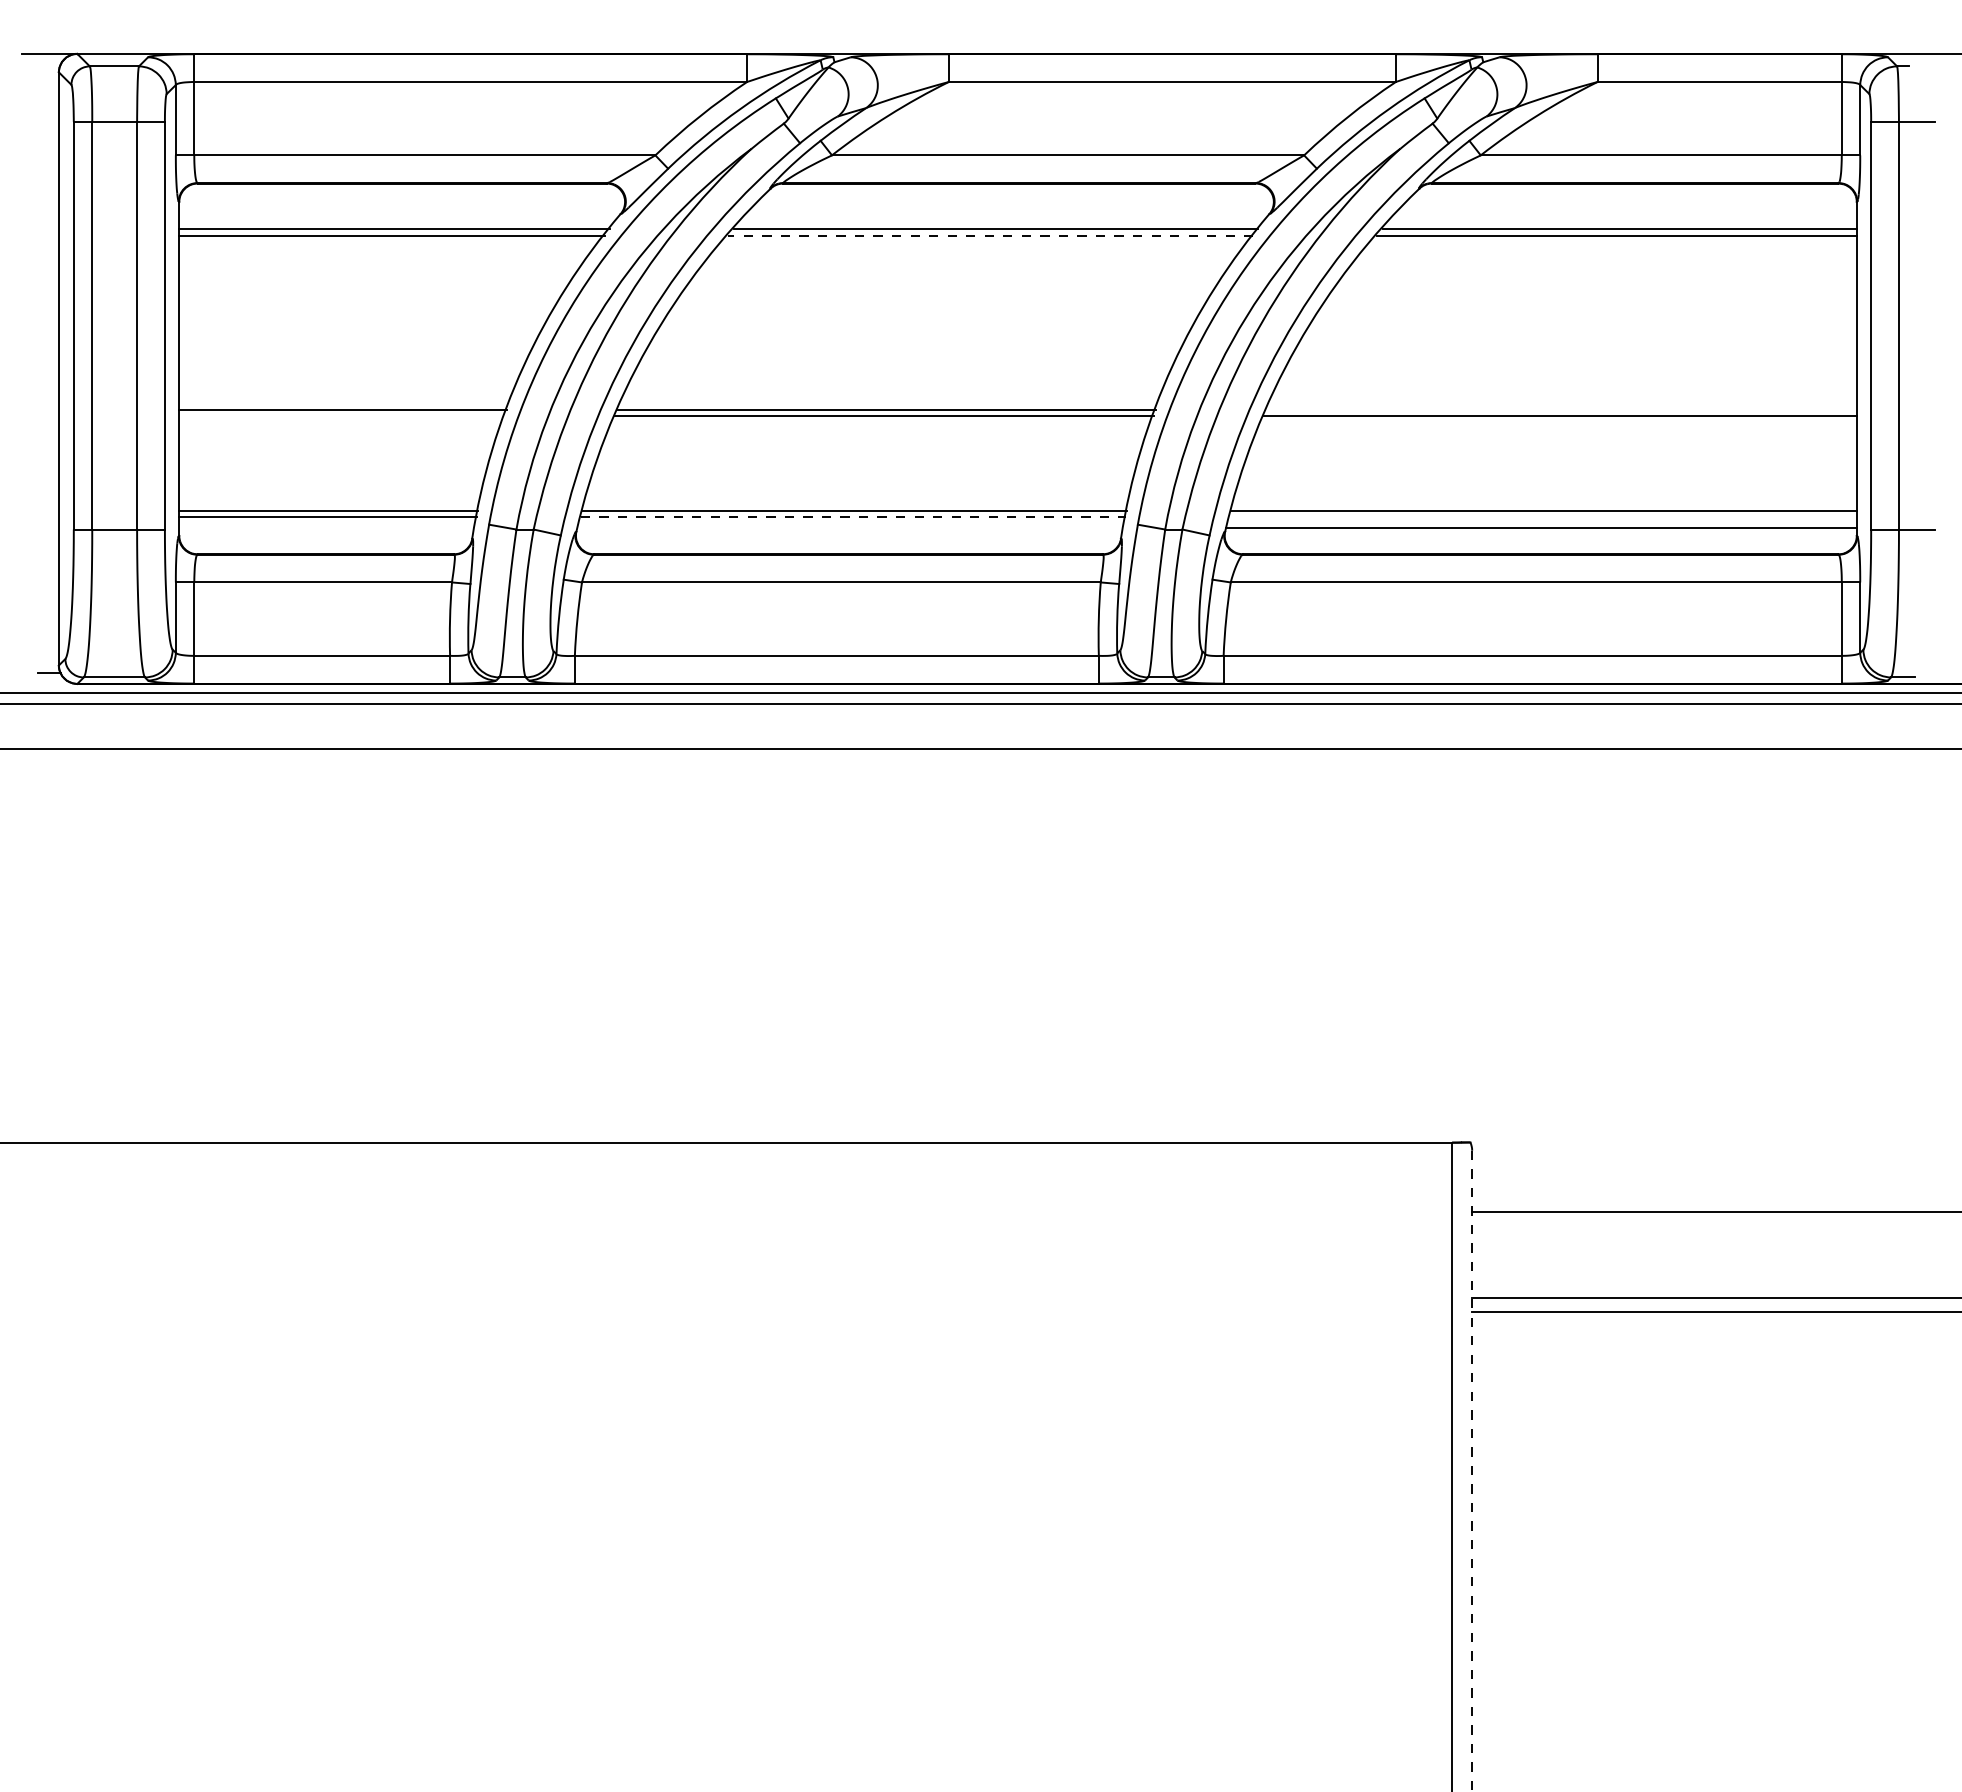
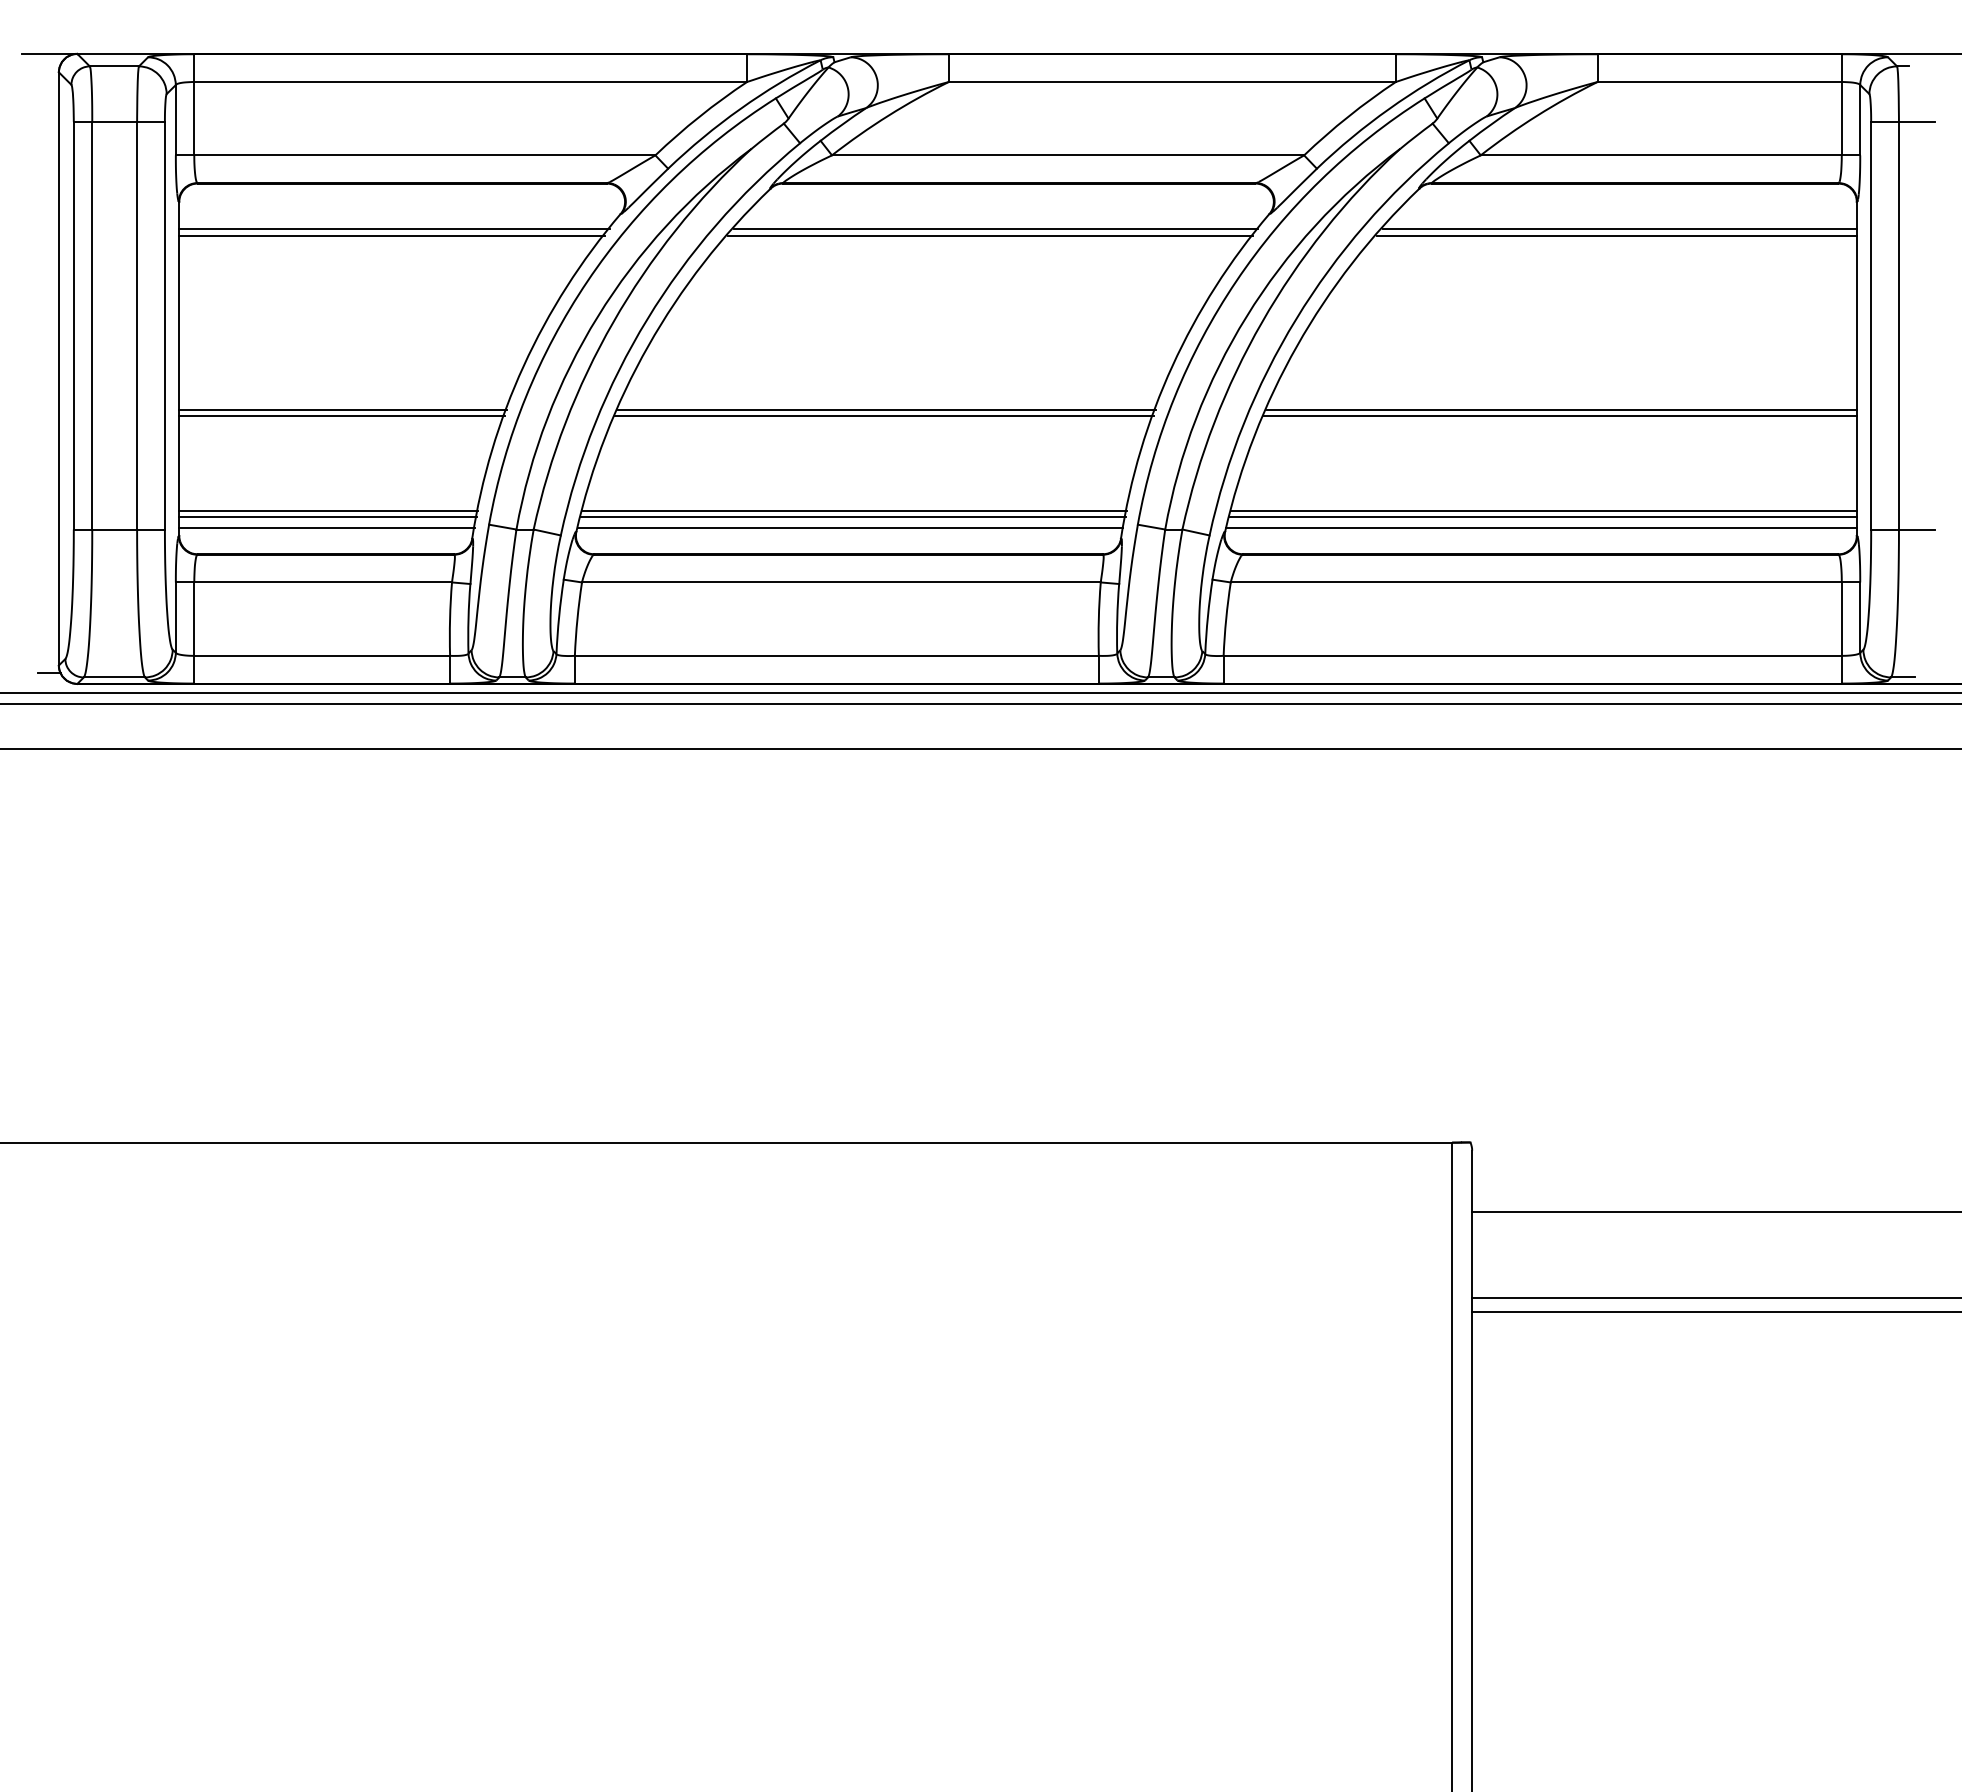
line at (990, 235): dashed -> solid
line at (1561, 409): none -> present
line at (341, 416): none -> present
line at (853, 517): dashed -> solid
line at (1542, 517): none -> present
line at (326, 527): none -> present
line at (850, 527): none -> present
line at (1472, 1471): dashed -> solid
